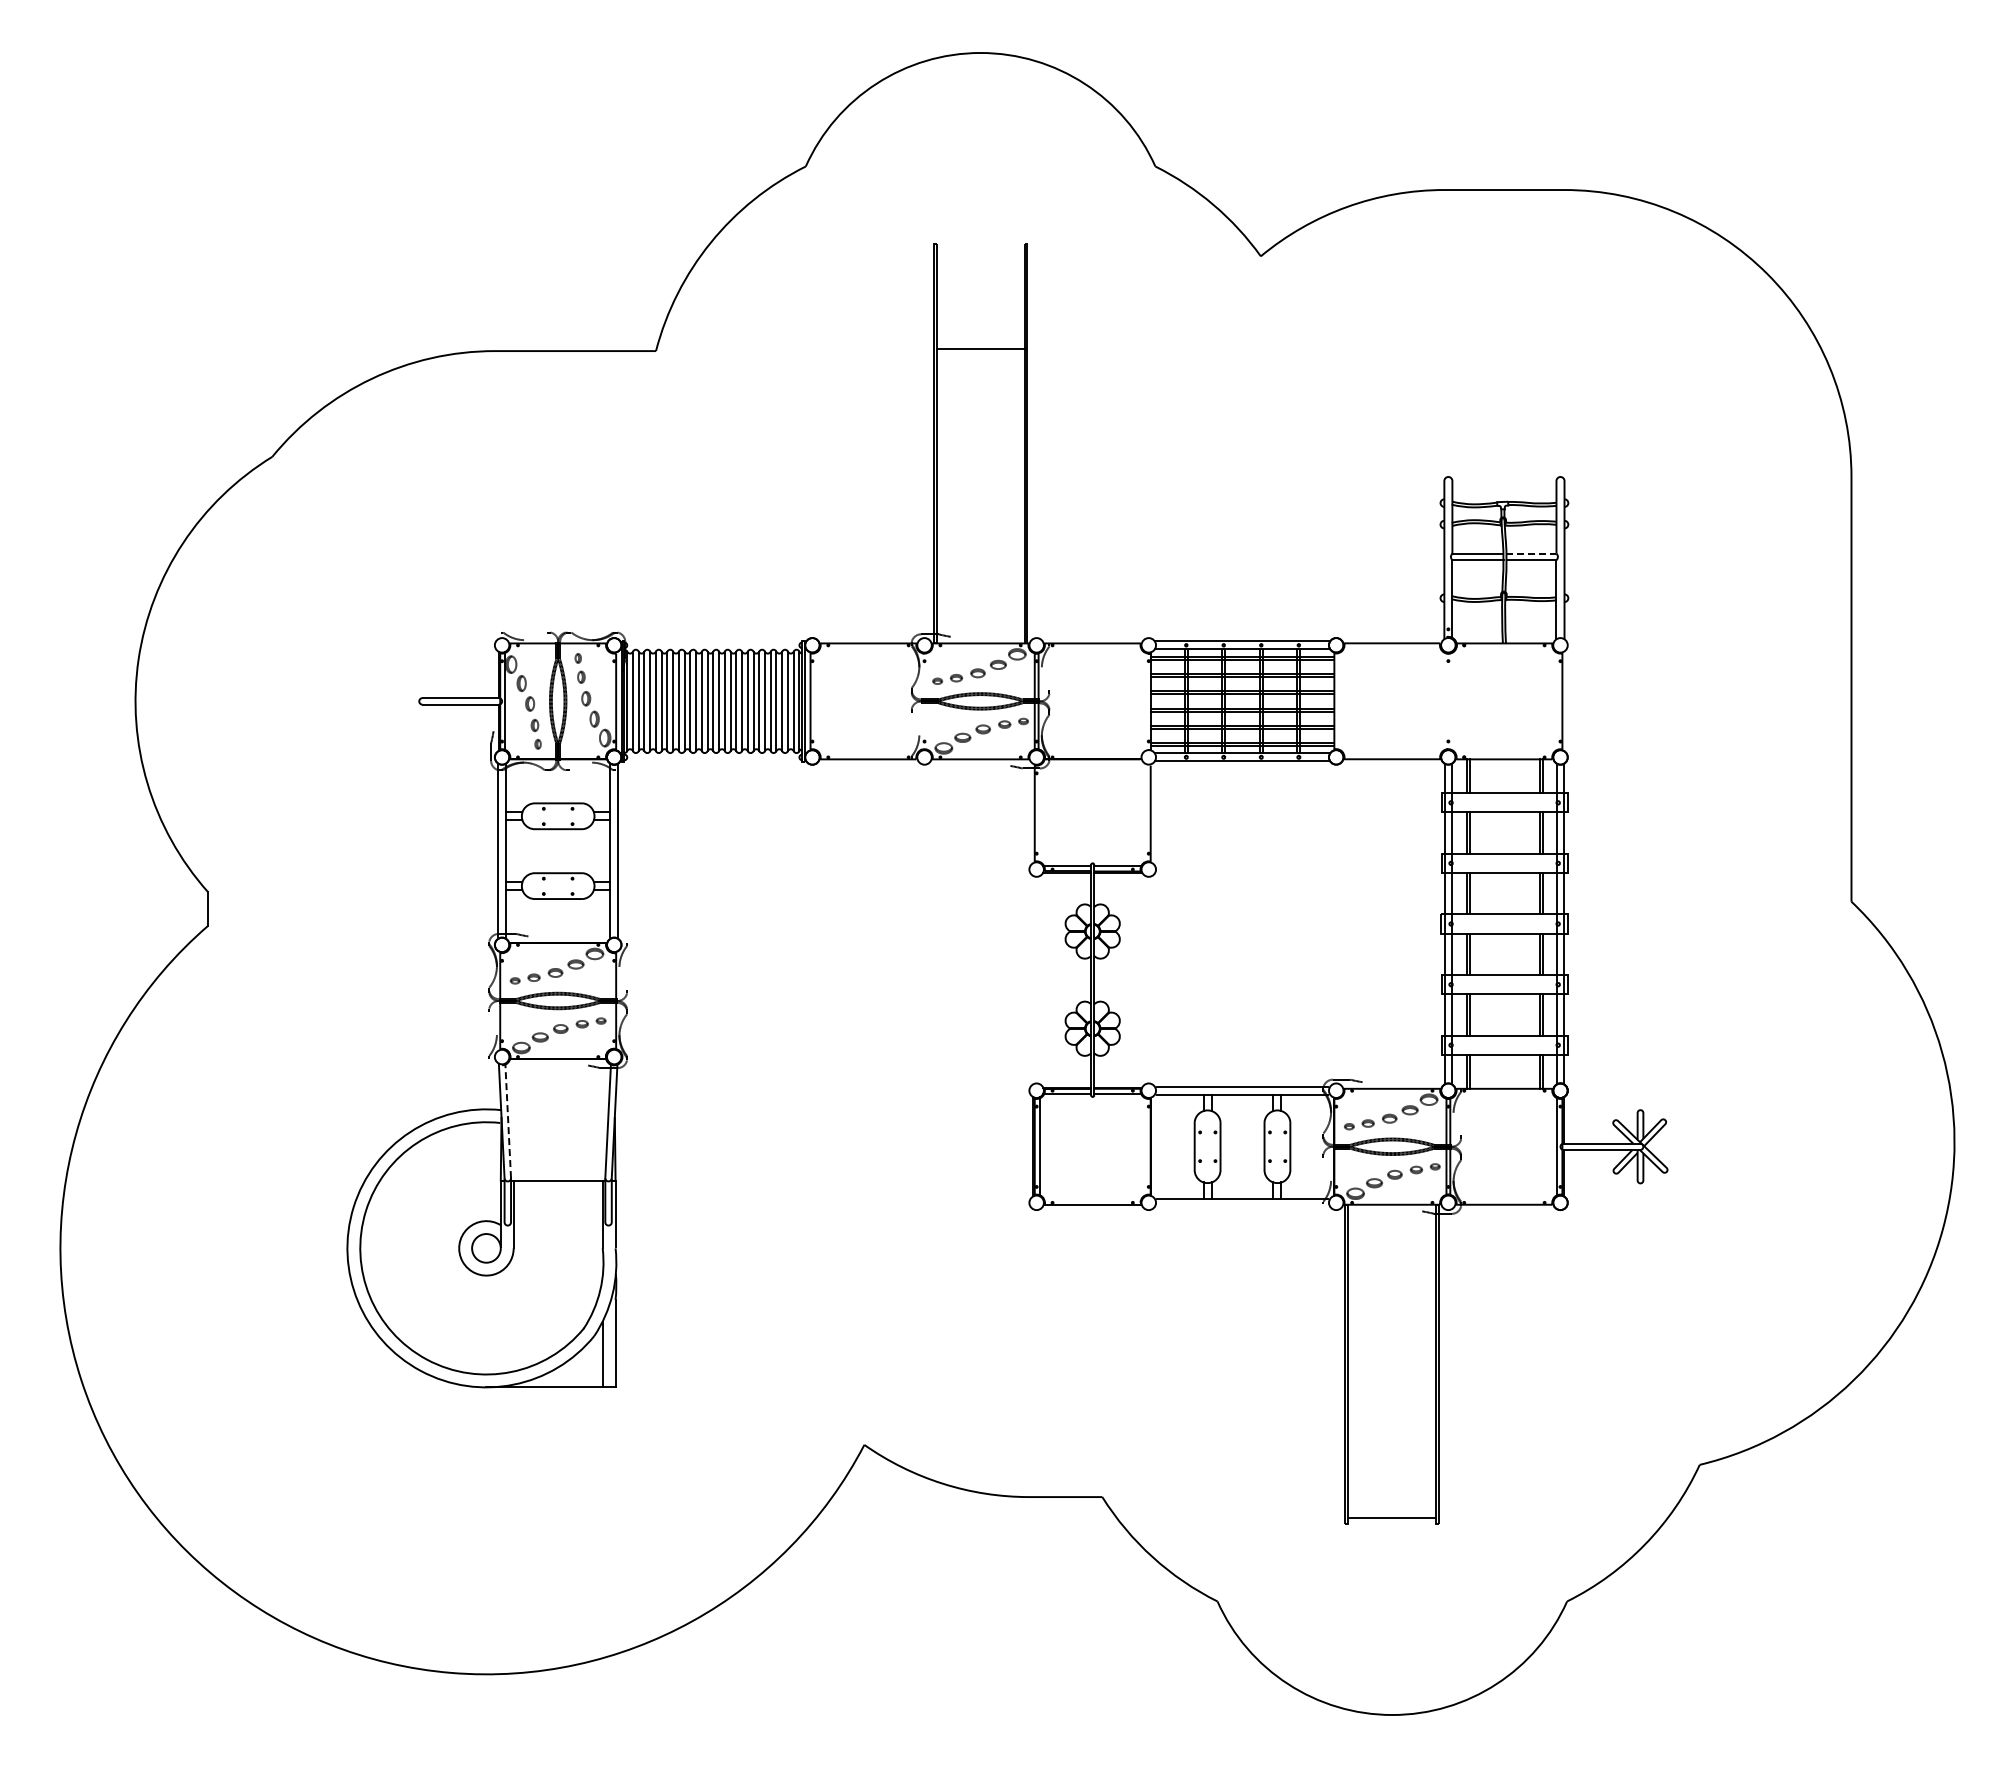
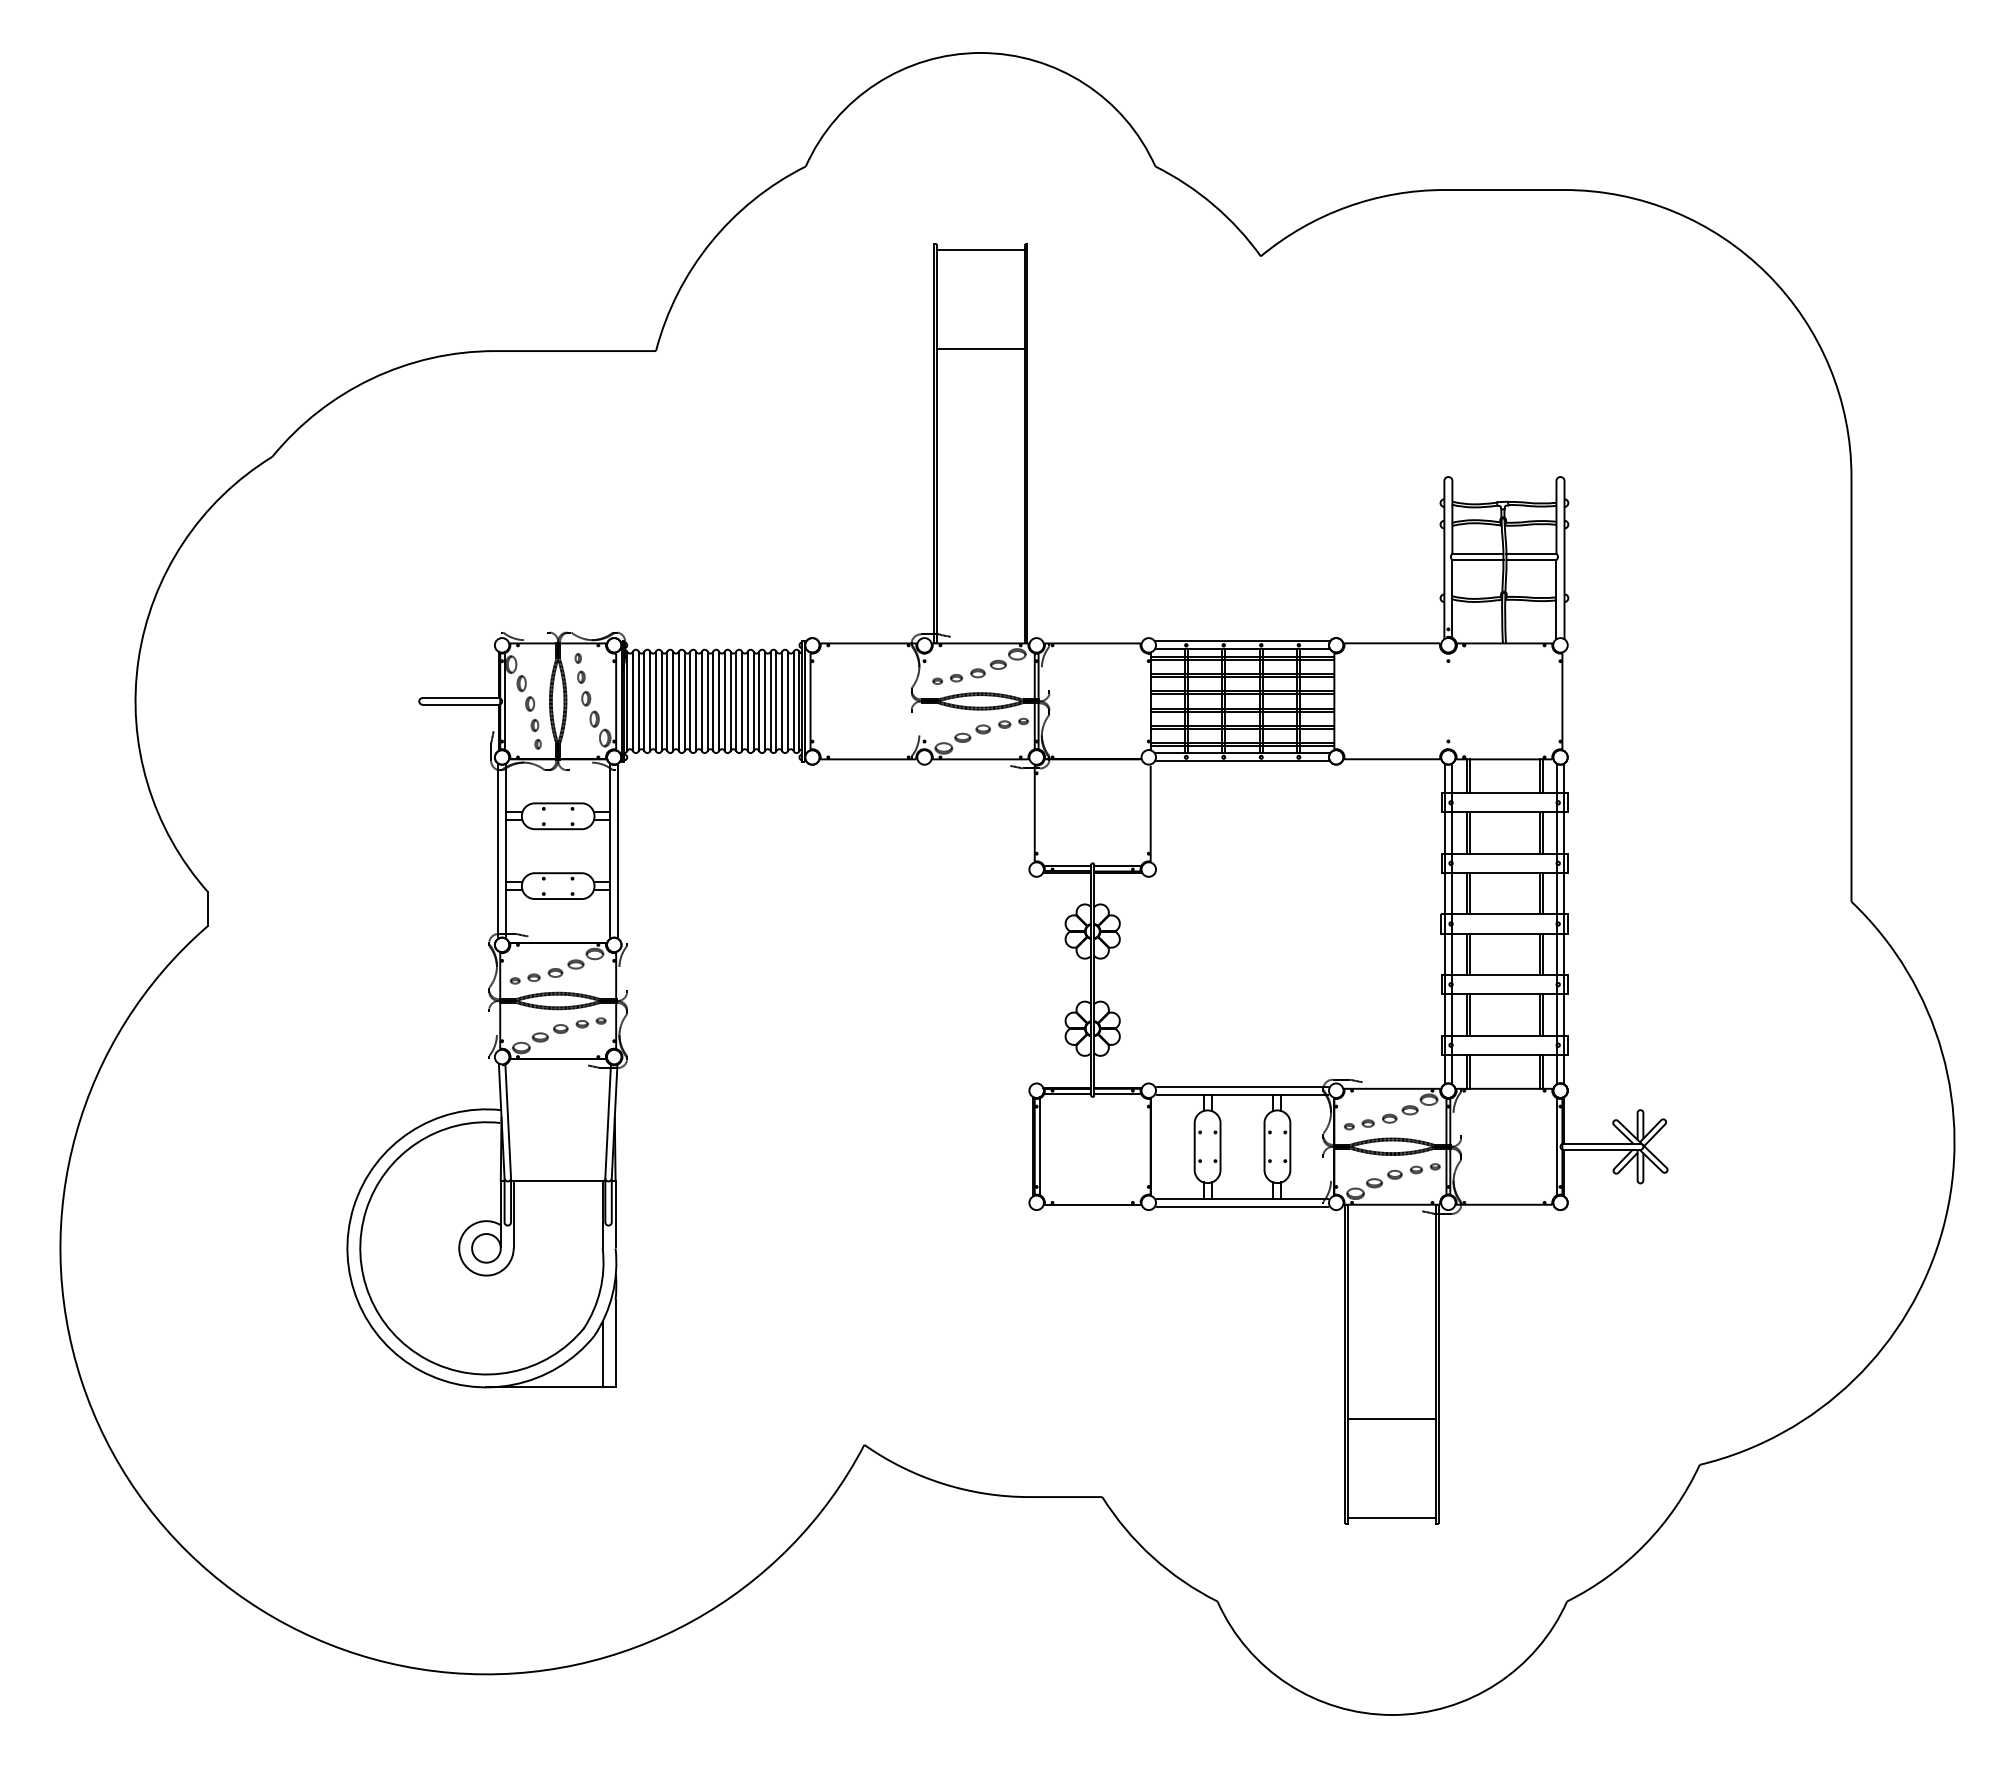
line at (980, 250): none -> present
line at (1531, 553): dashed -> solid
line at (508, 1120): dashed -> solid
line at (1242, 1206): none -> present
line at (1392, 1418): none -> present
